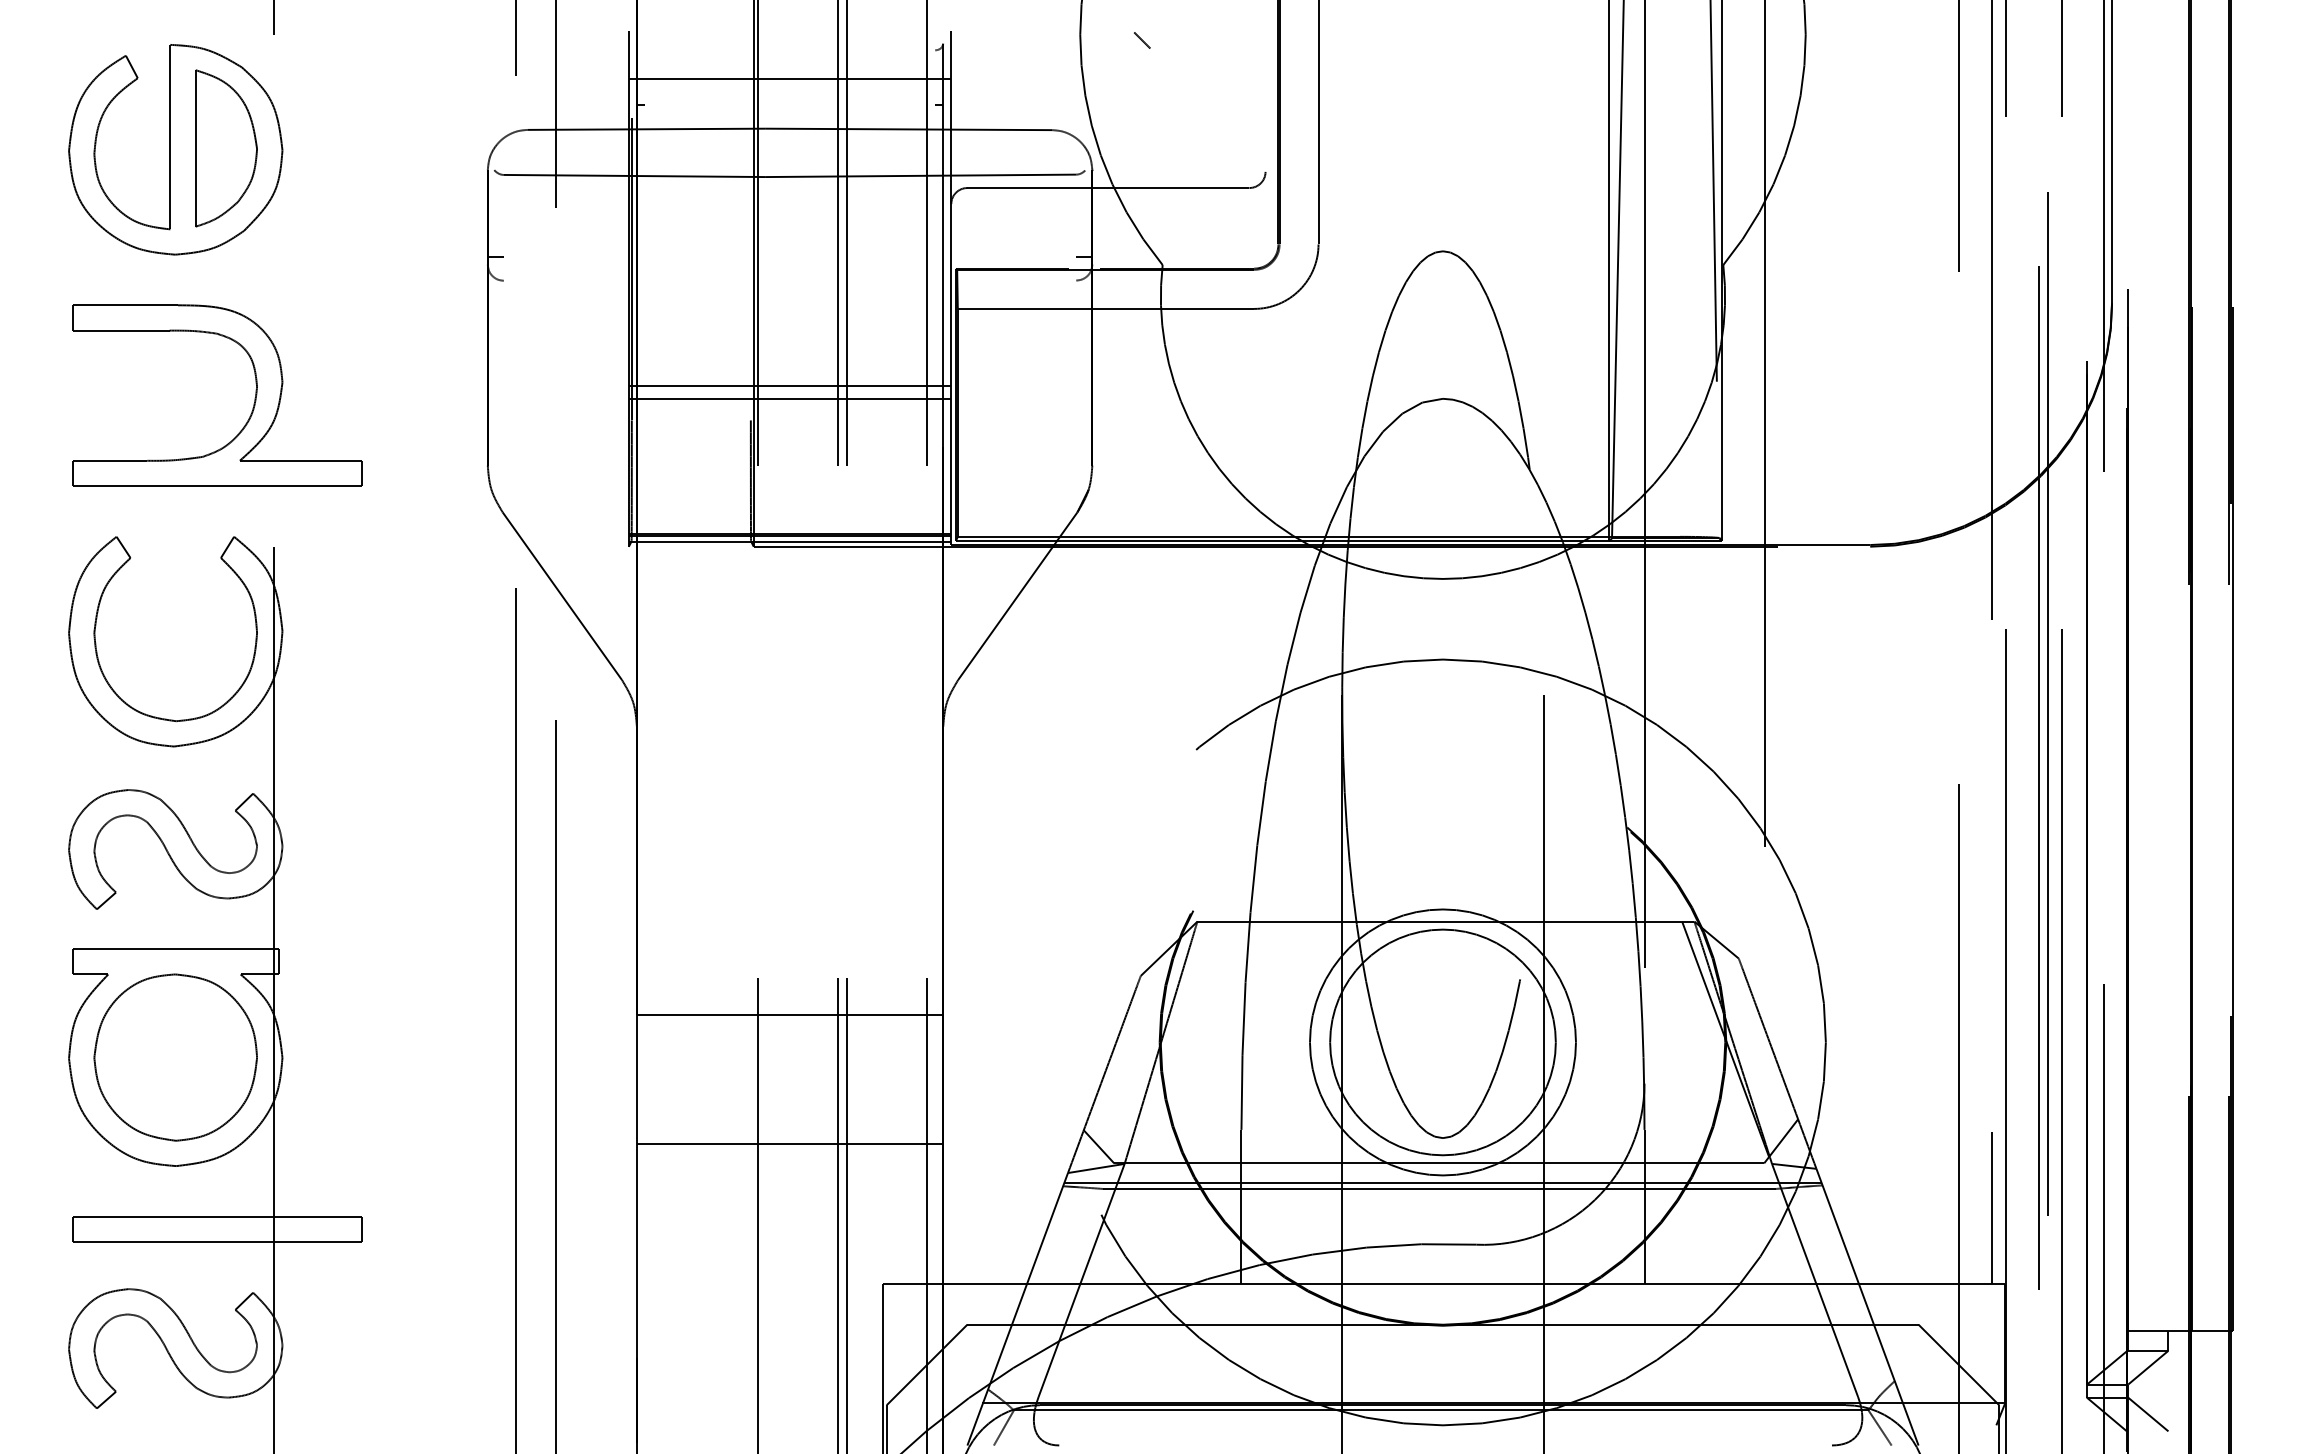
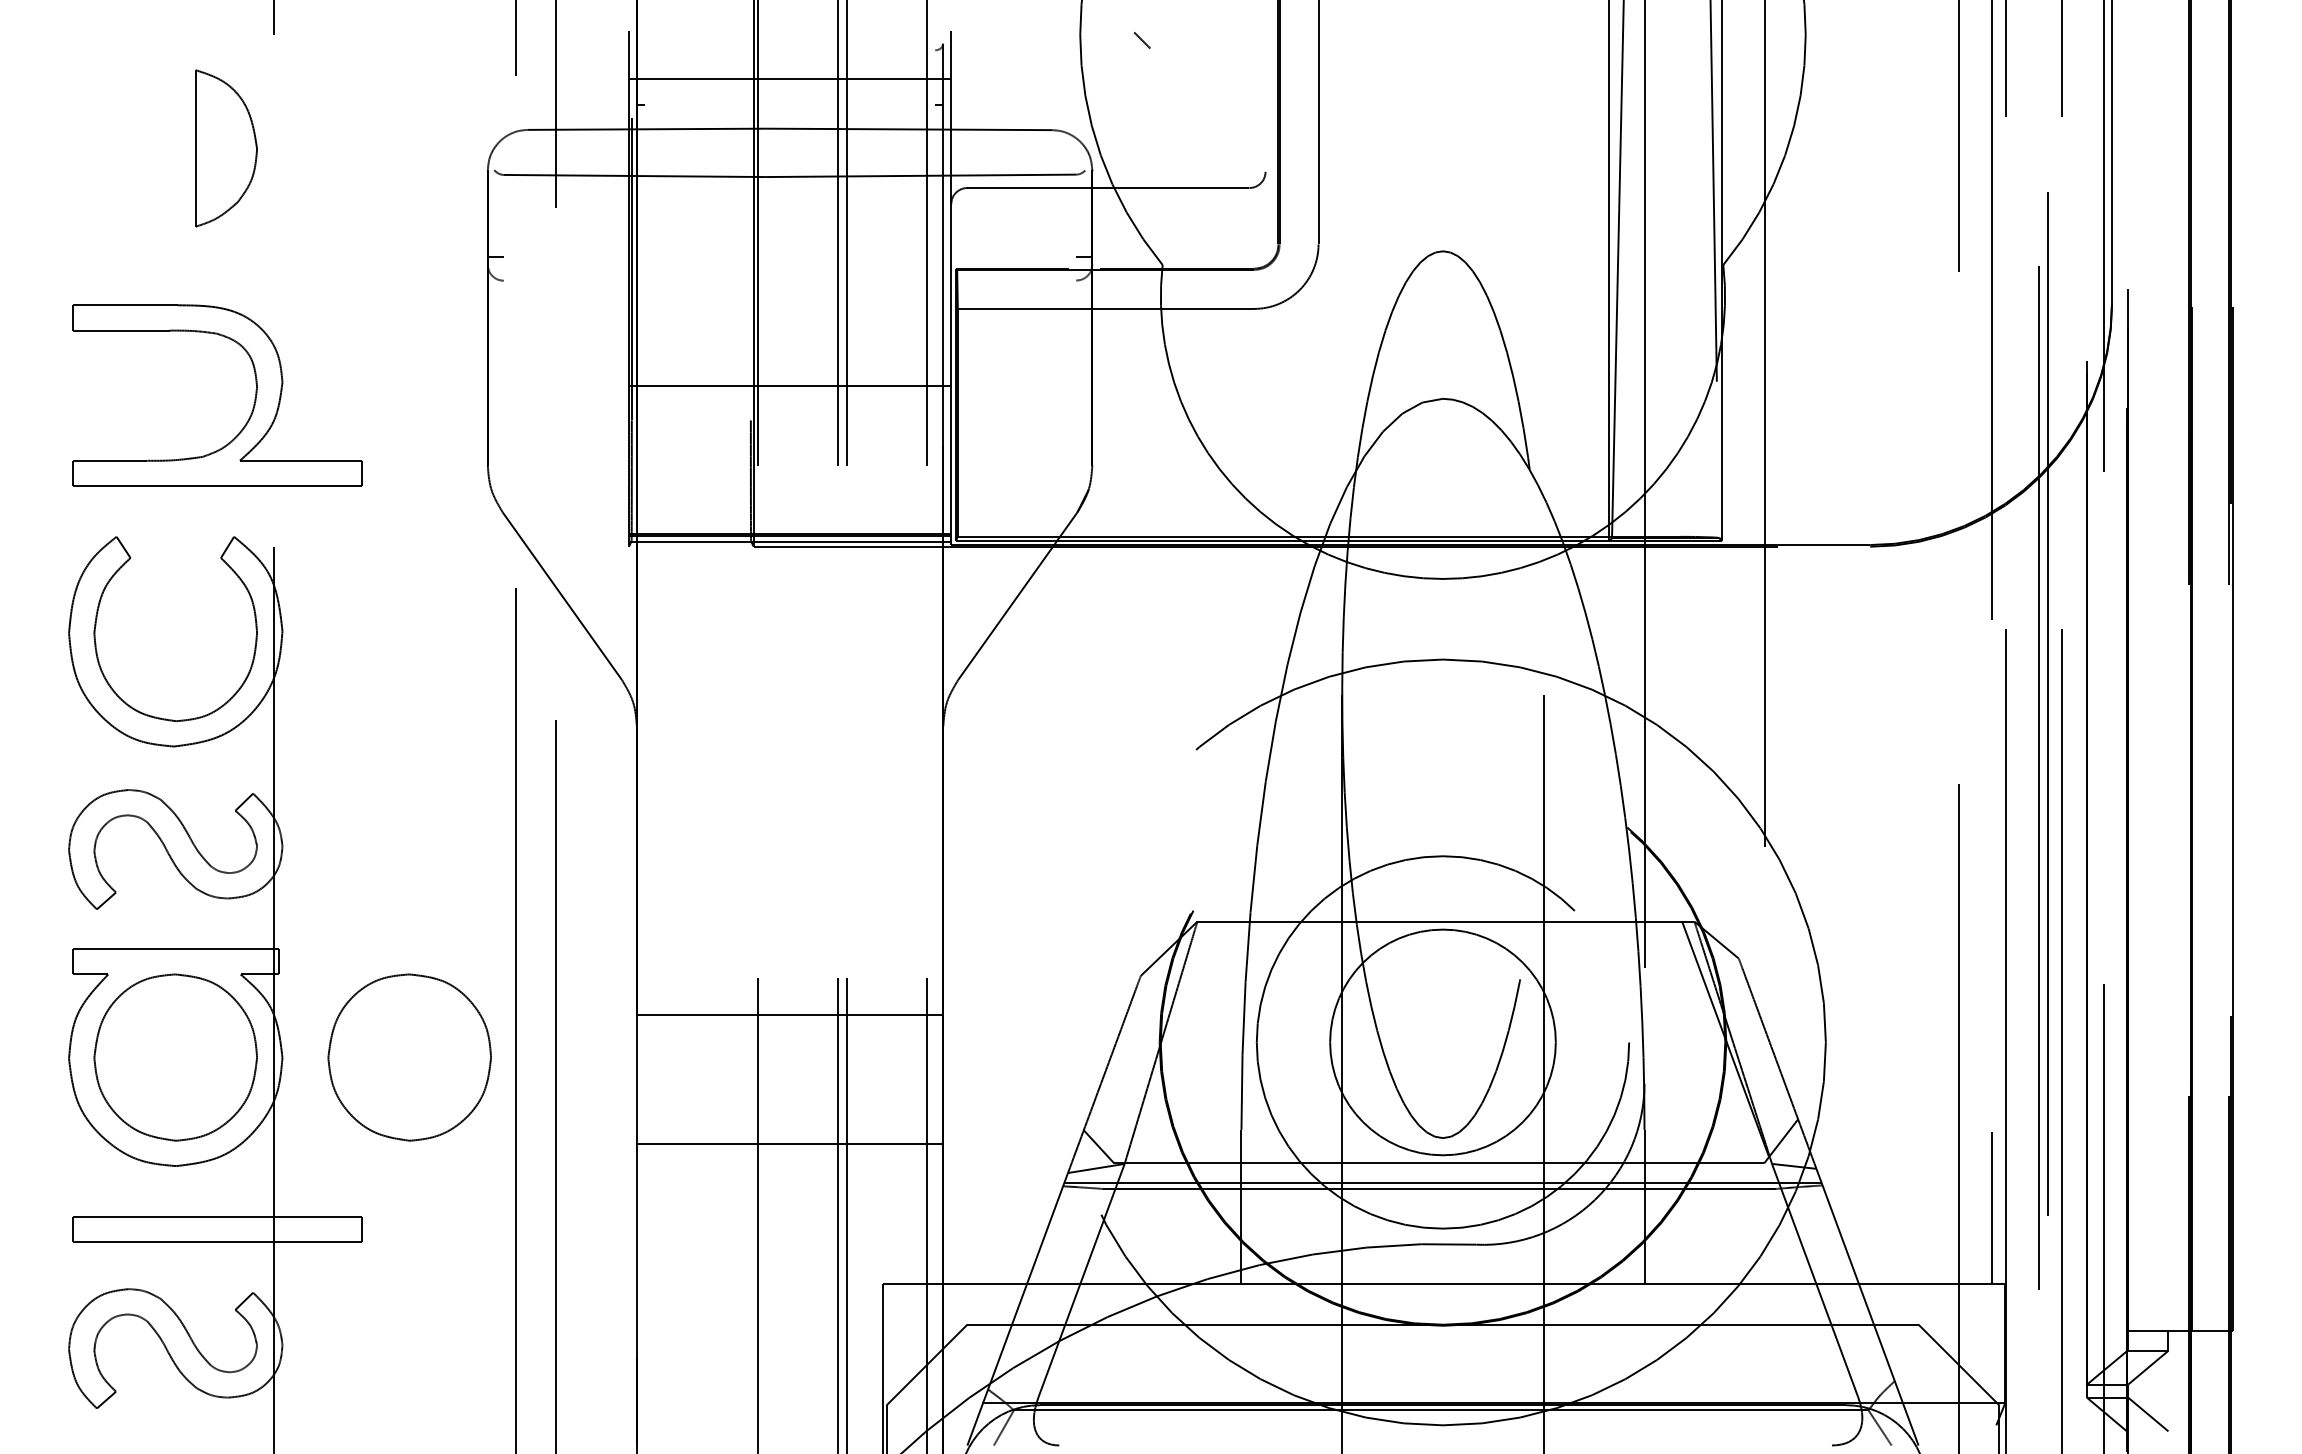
part at (175, 149): present -> none
line at (789, 399): present -> none
circle at (1442, 1042) diameter: 266 px -> 372 px
part at (409, 1057): none -> present
